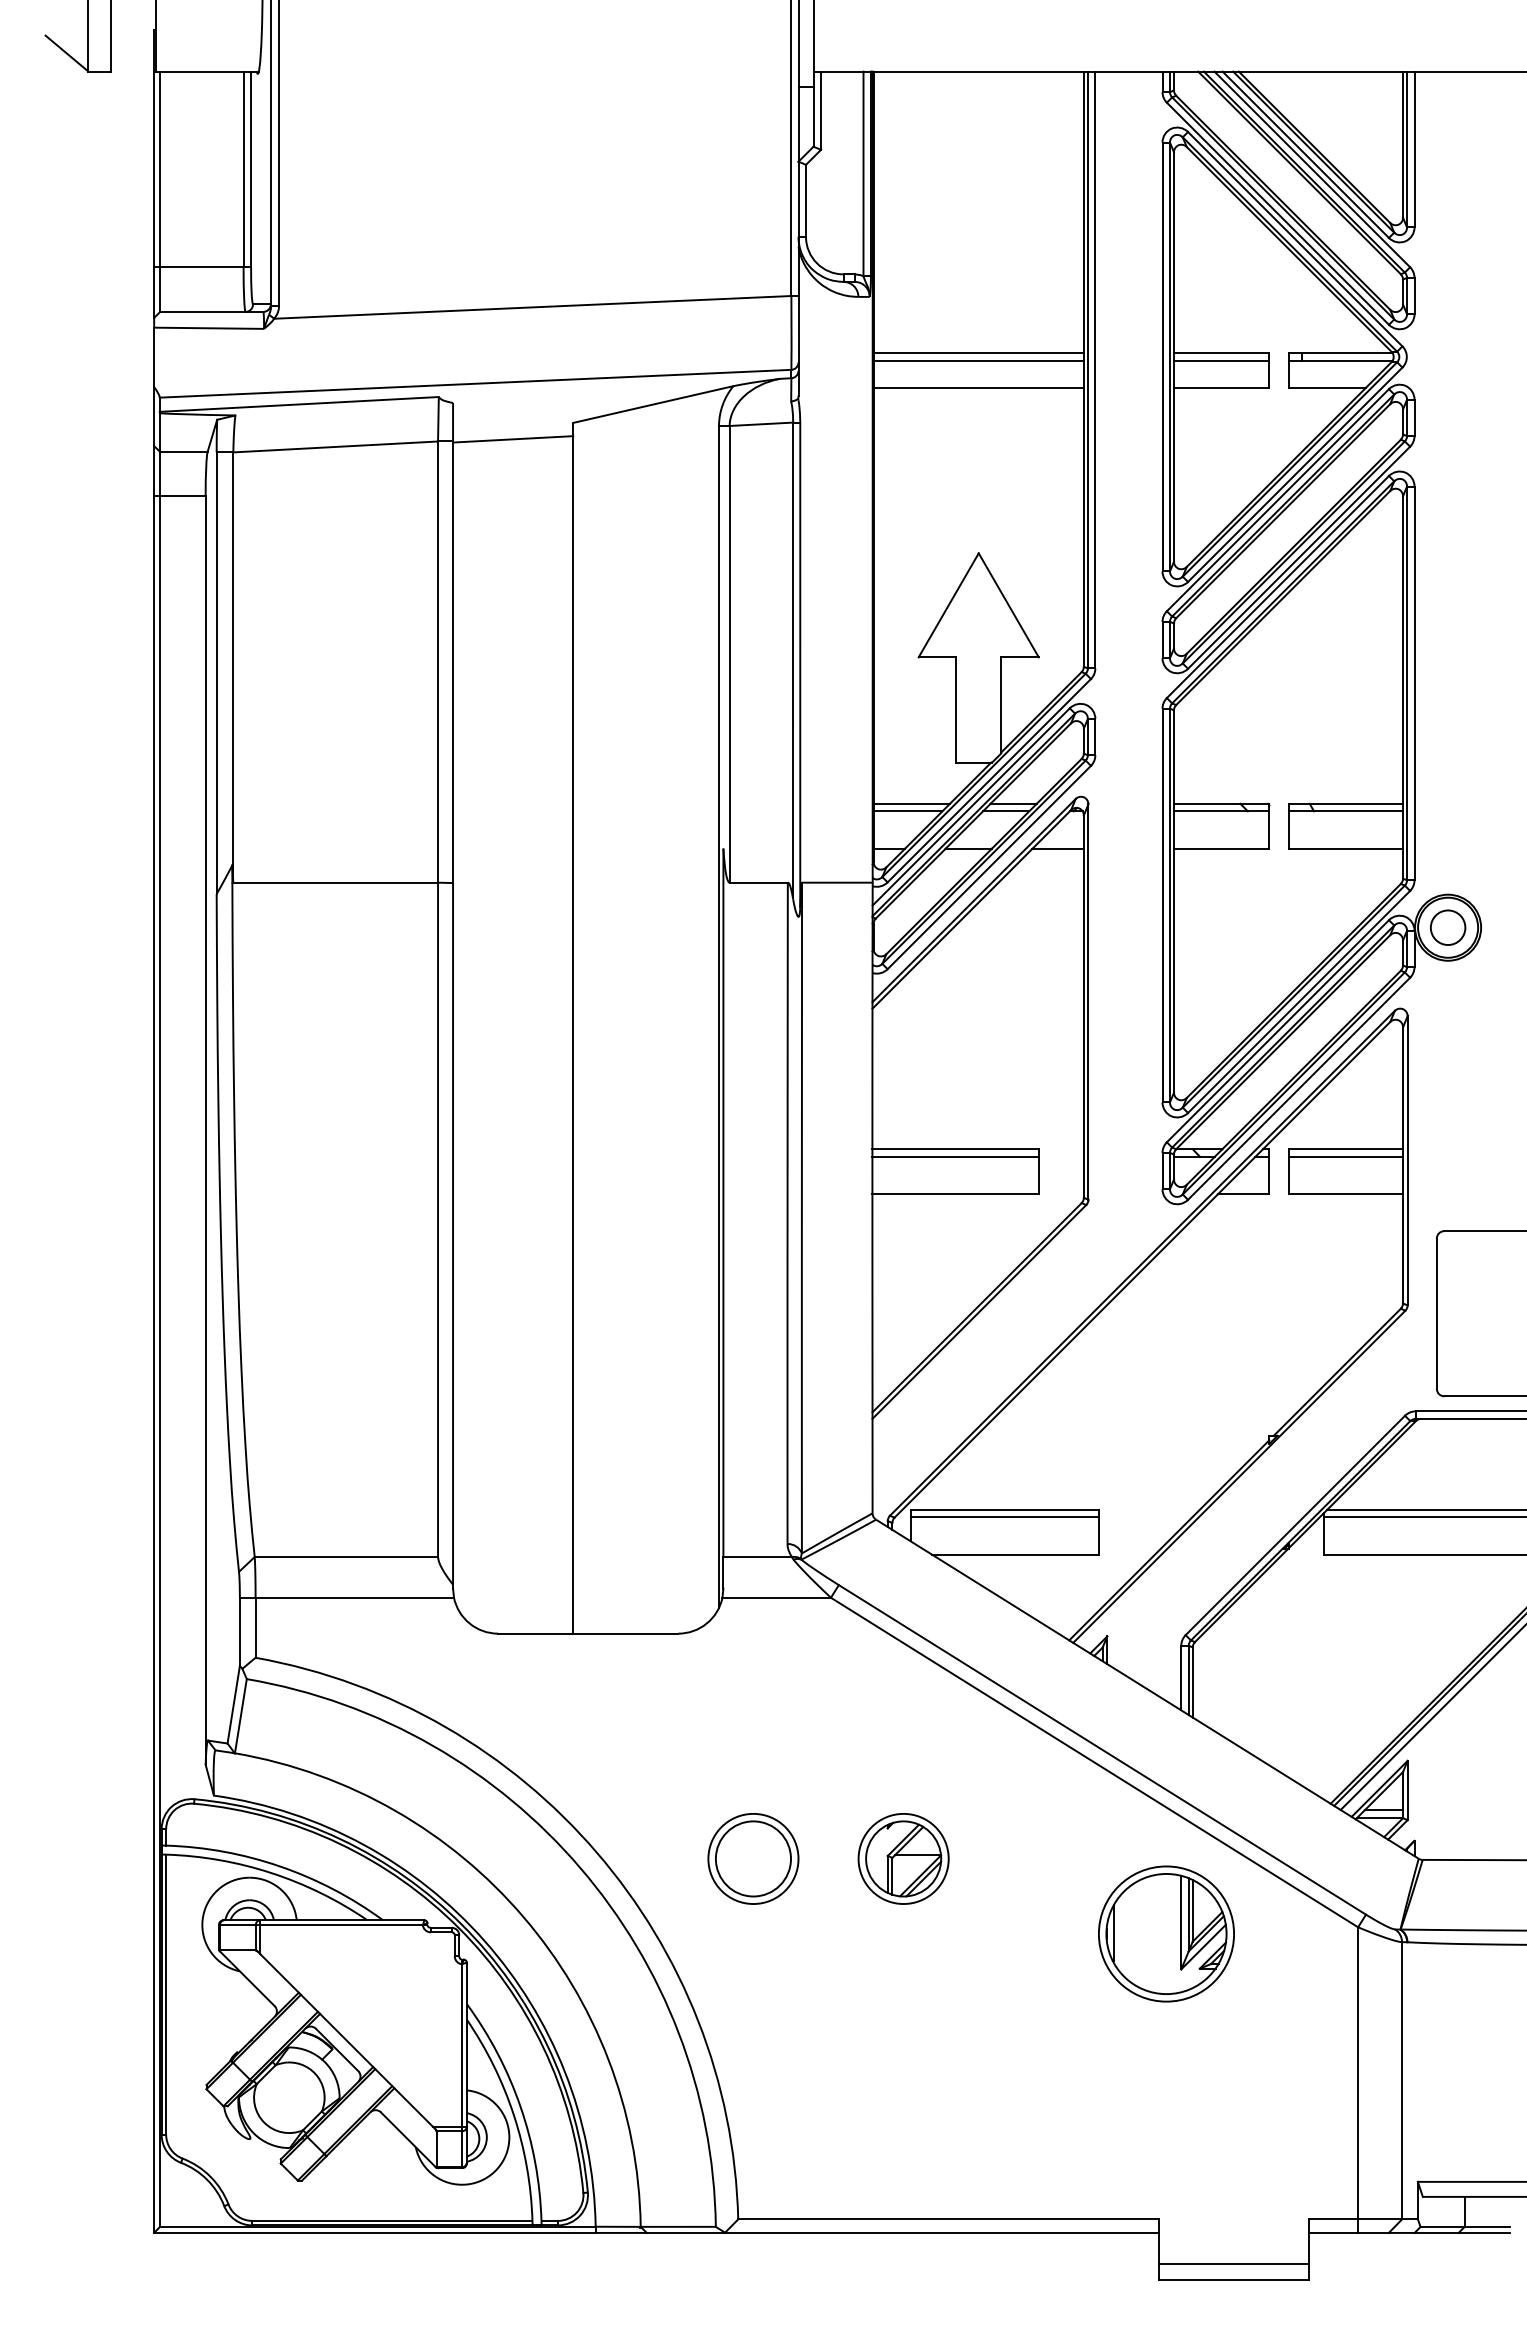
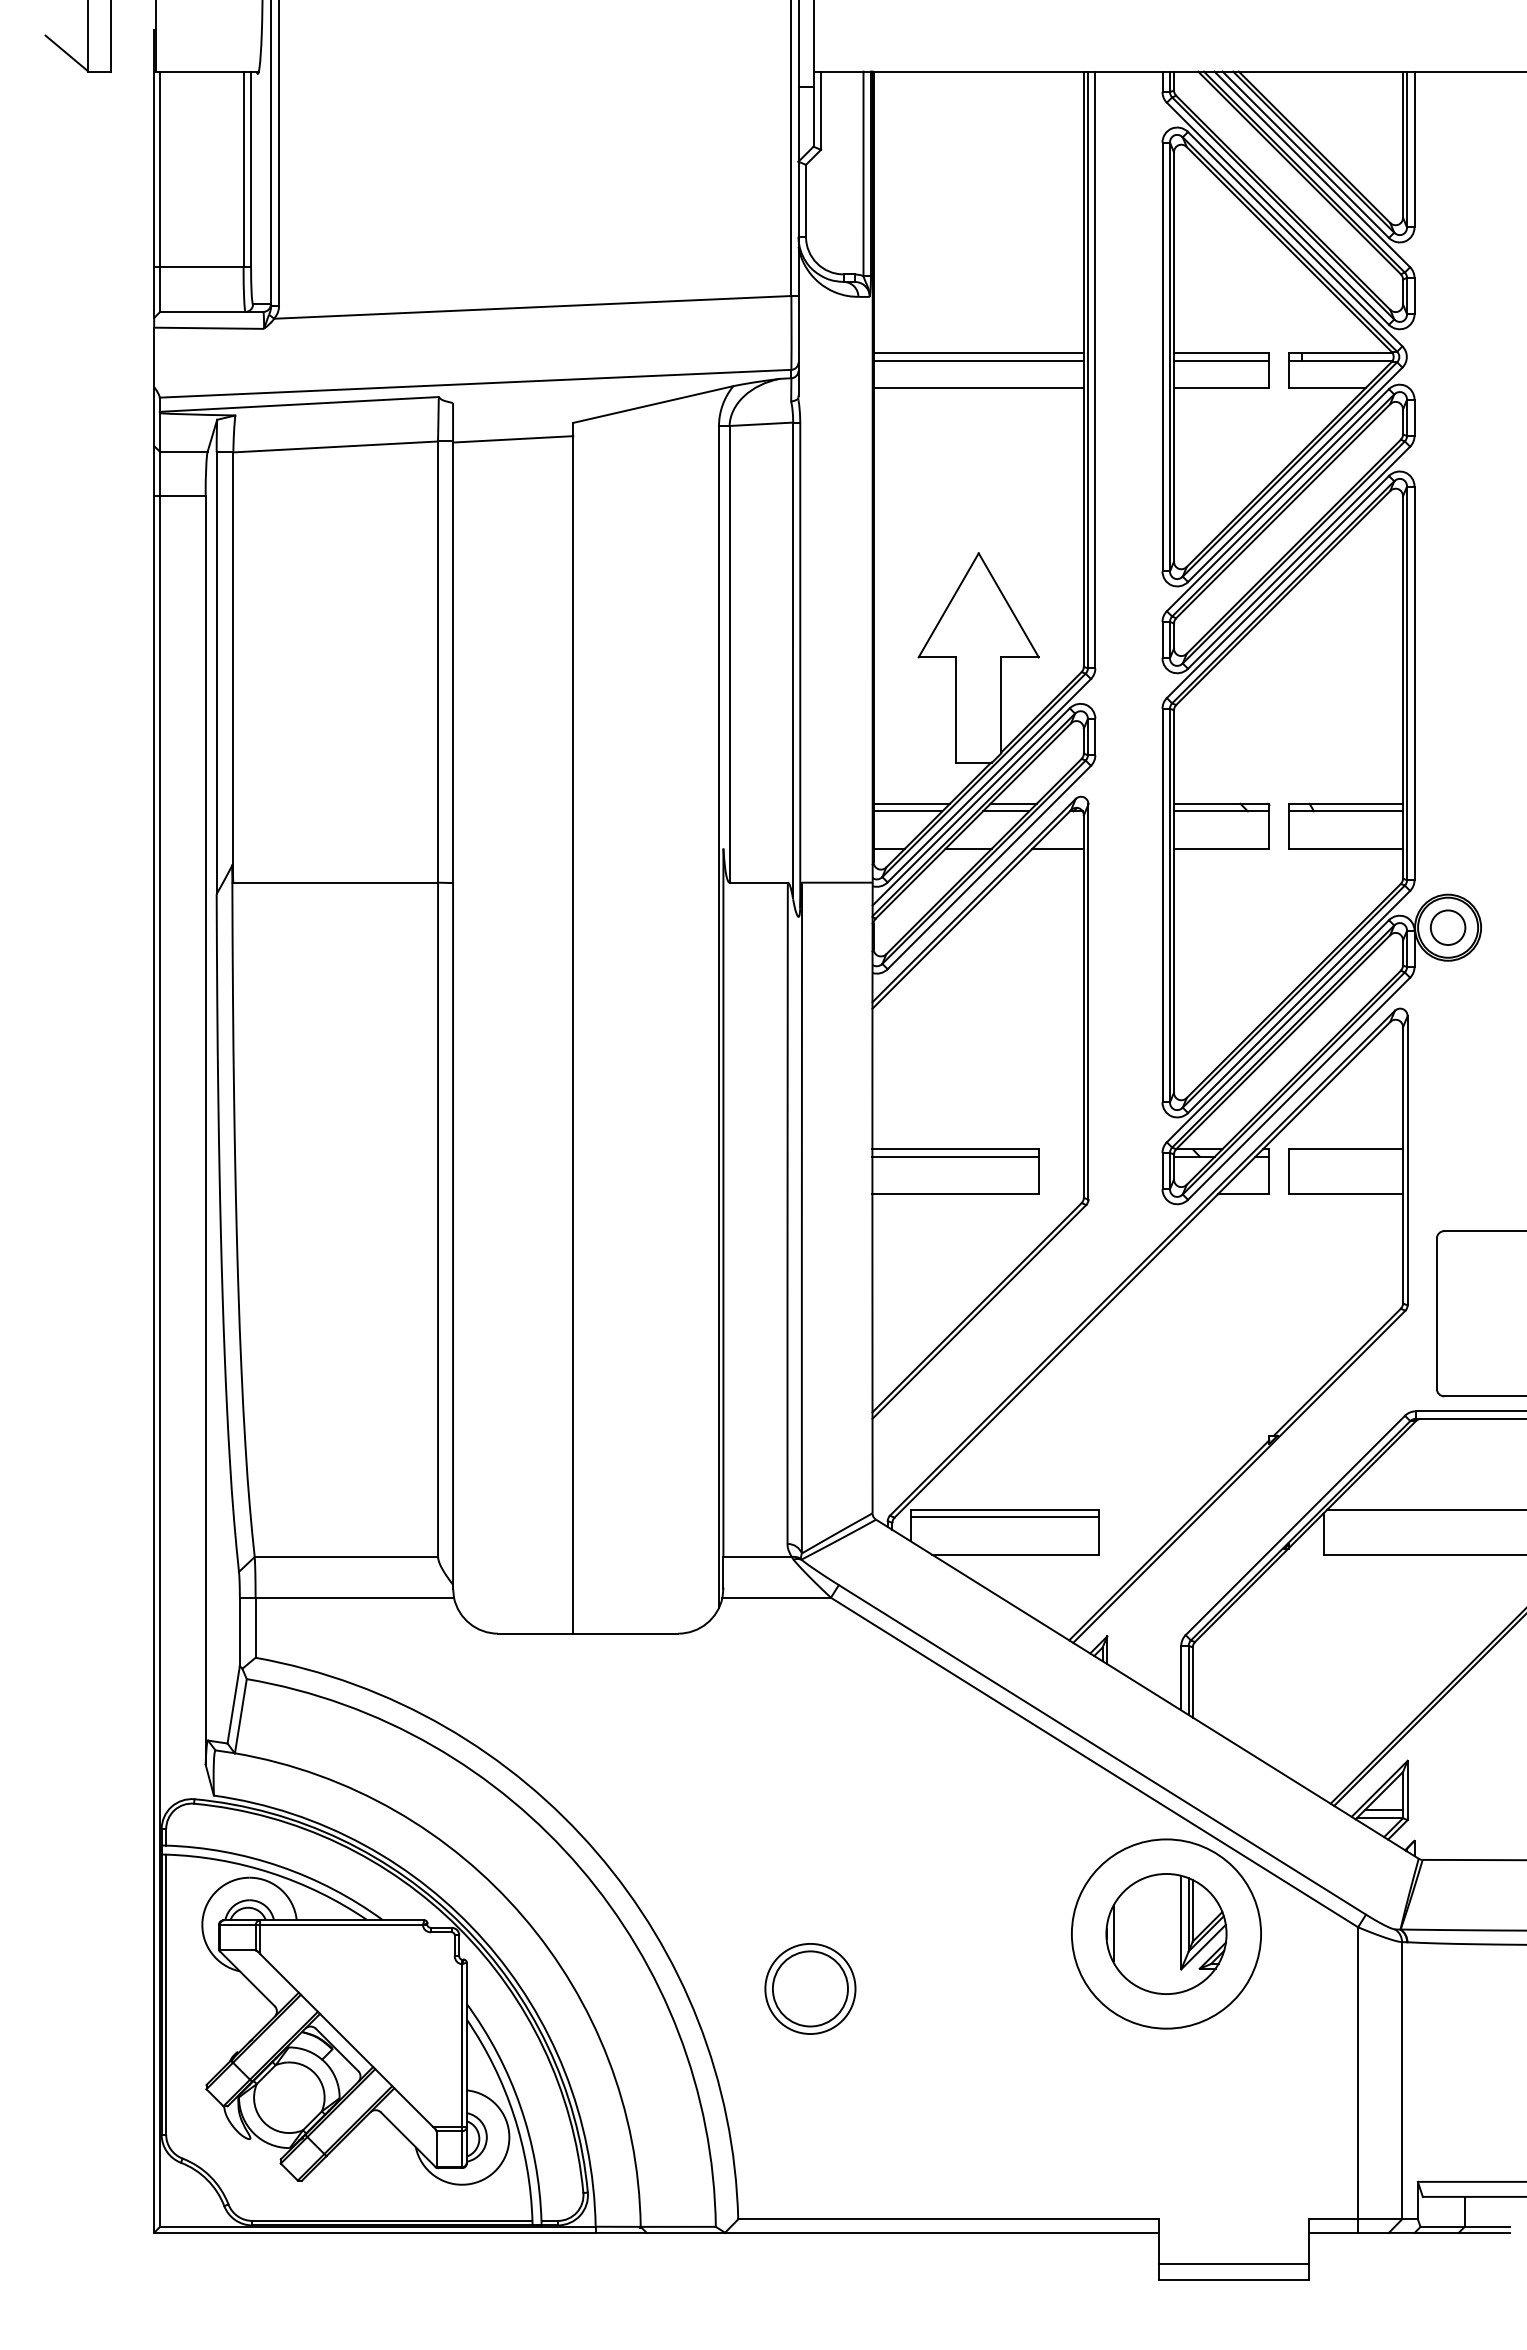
line at (1345, 1156): present -> none
line at (1423, 1517): present -> none
line at (1431, 1718): present -> none
part at (753, 1858) position: (753, 1858) -> (810, 1988)
part at (903, 1858): present -> none
circle at (1166, 1933) diameter: 135 px -> 189 px
